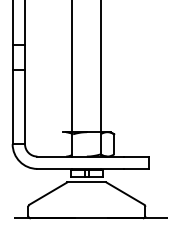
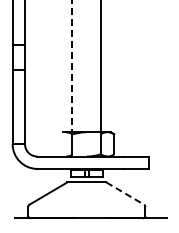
line at (72, 66): solid -> dashed
line at (125, 193): solid -> dashed
